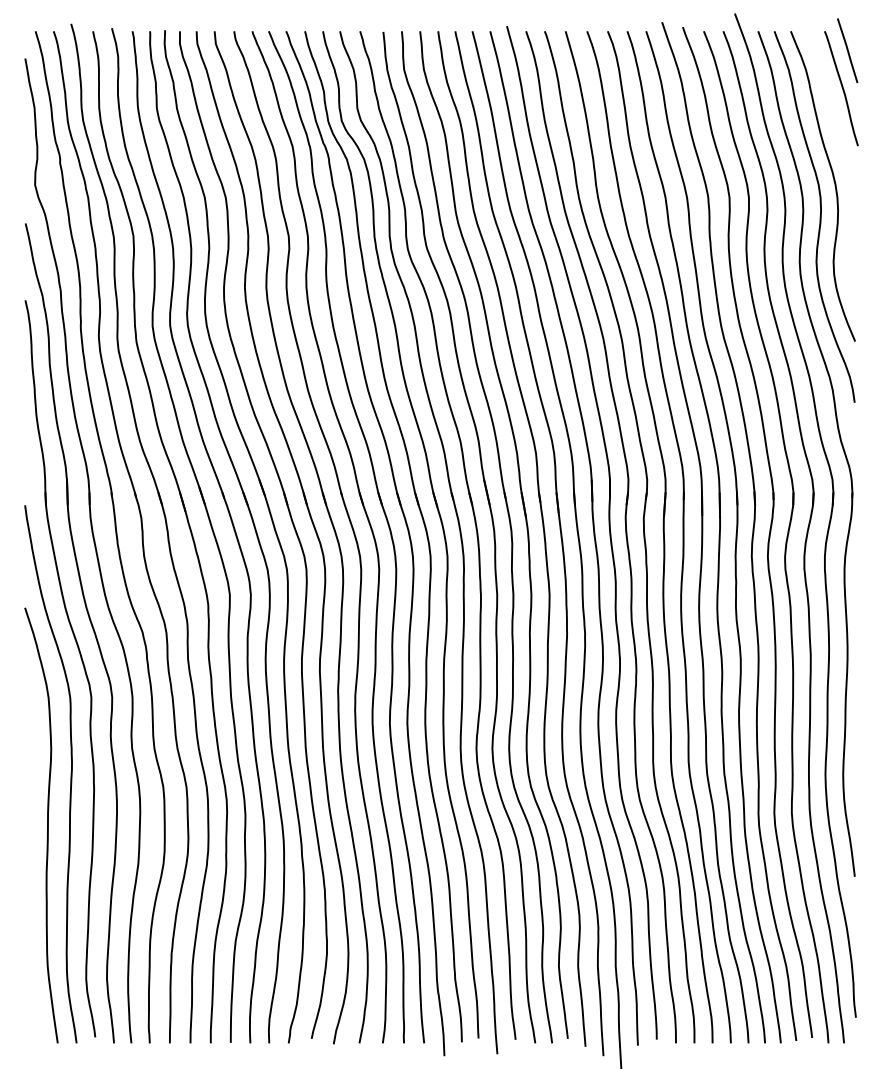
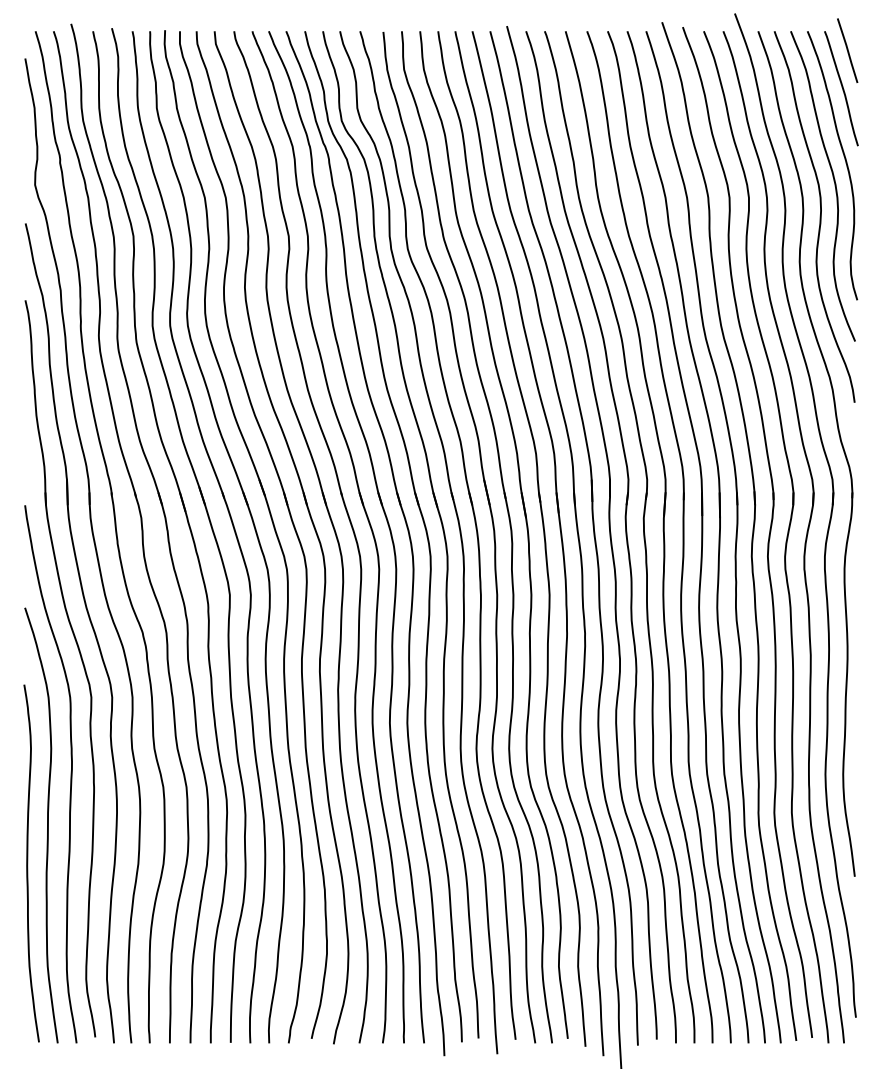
curve at (845, 163): none -> present
curve at (28, 863): none -> present
